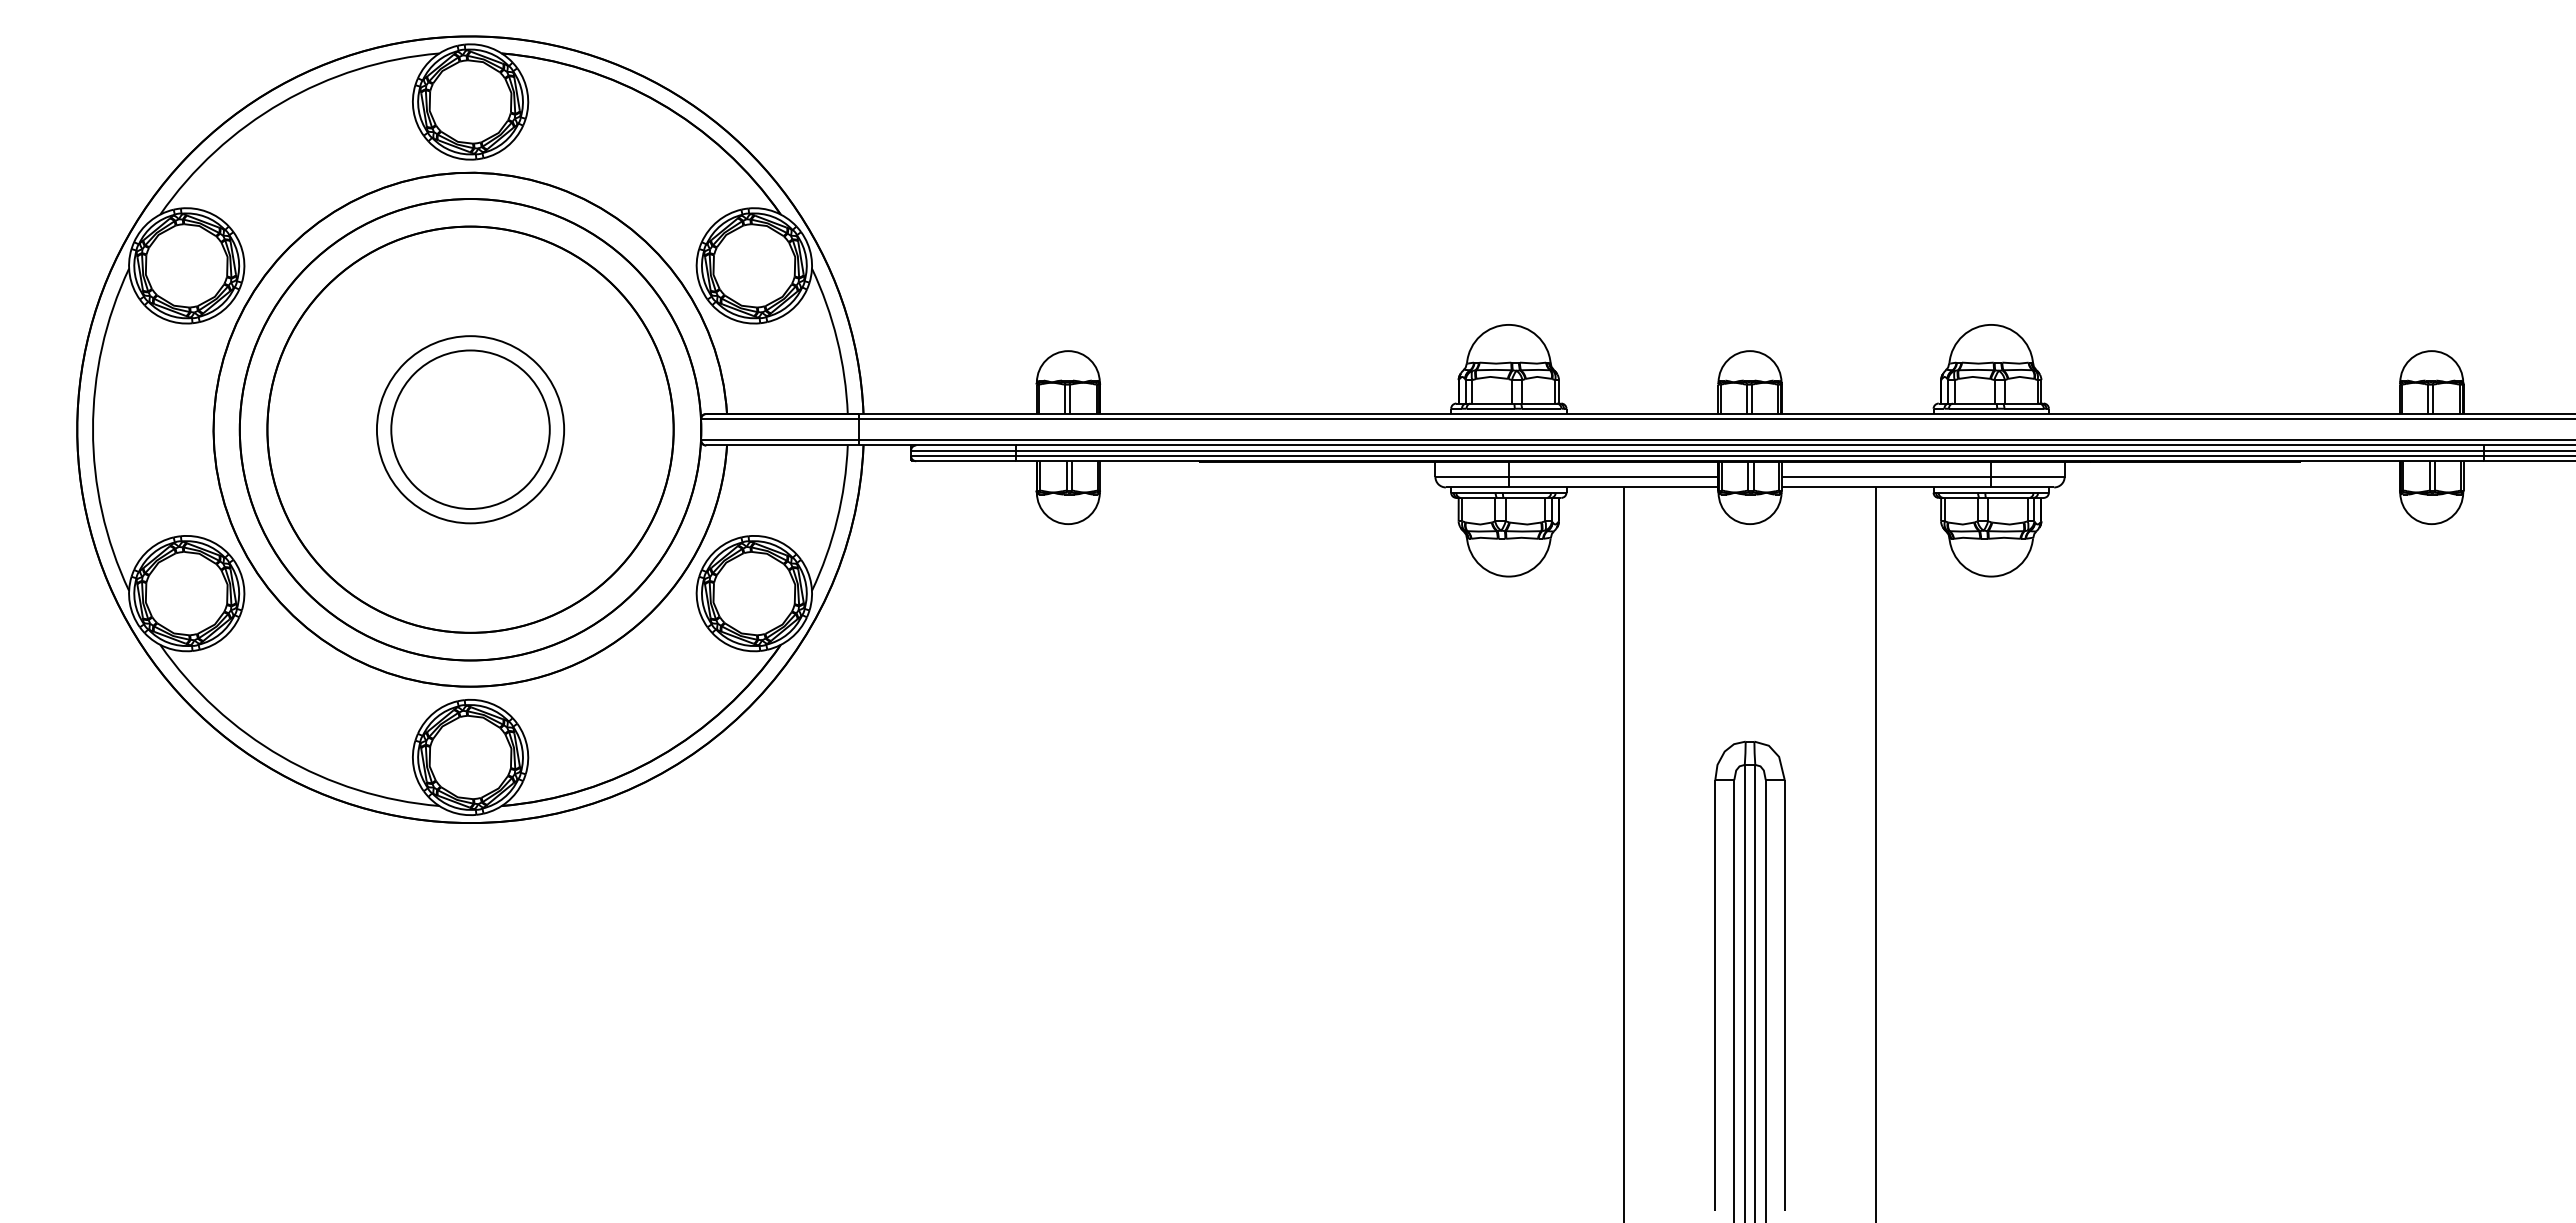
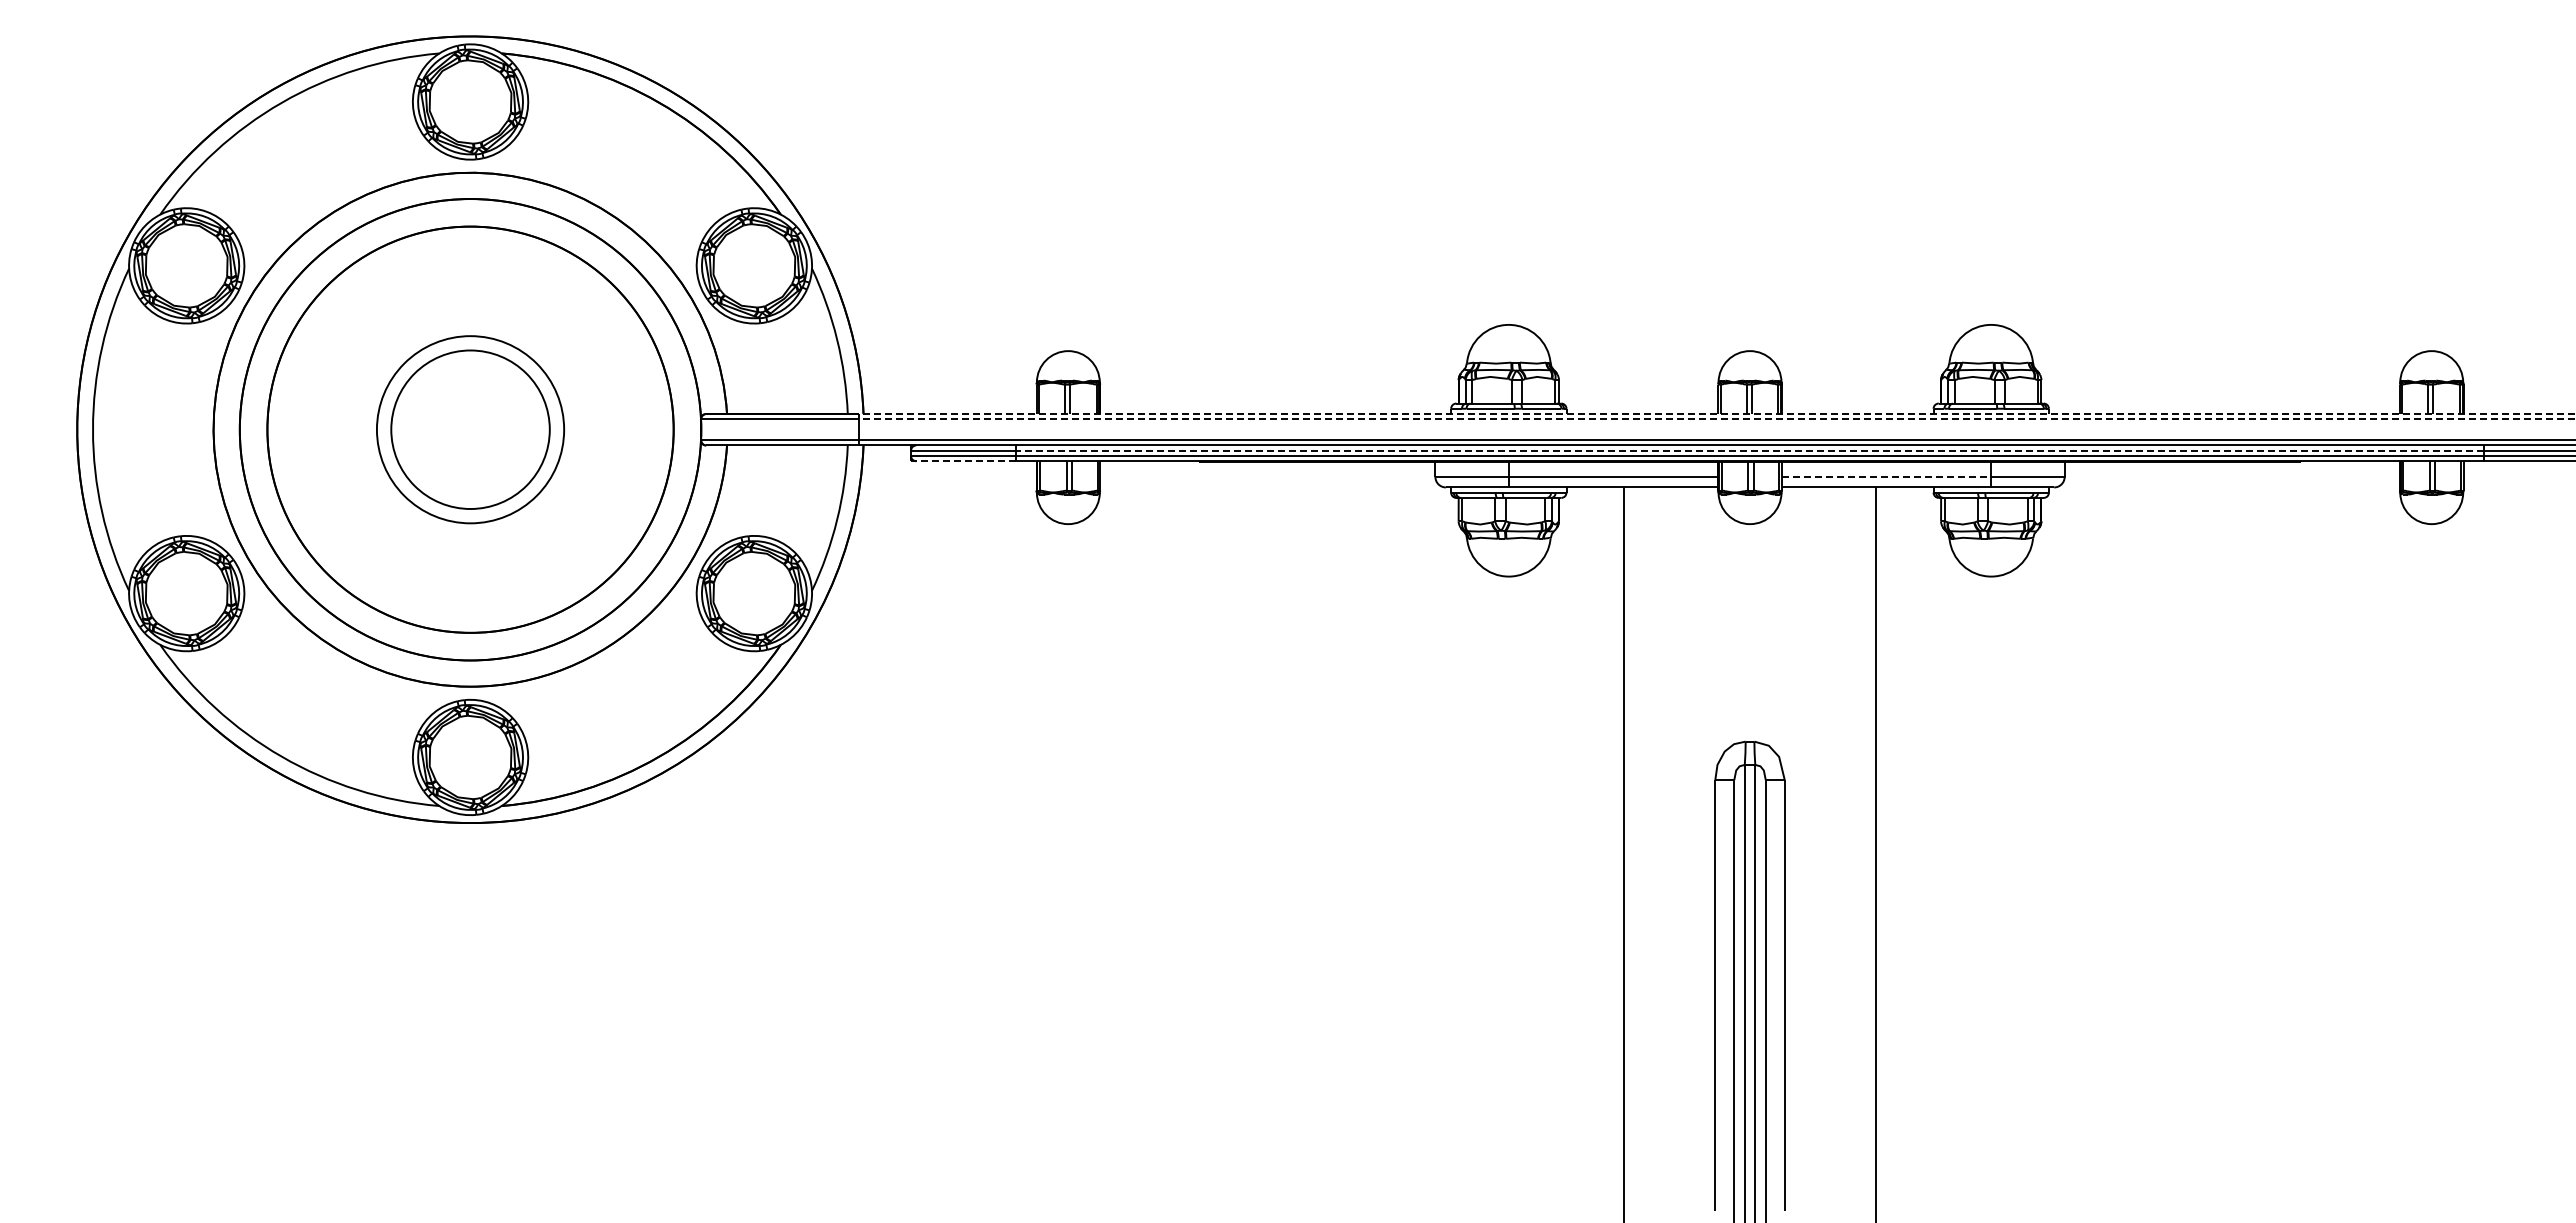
line at (858, 416): solid -> dashed
line at (1749, 450): solid -> dashed
line at (966, 461): solid -> dashed
line at (1886, 476): solid -> dashed
